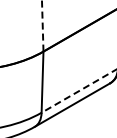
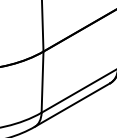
line at (42, 25): dashed -> solid
line at (78, 91): dashed -> solid
